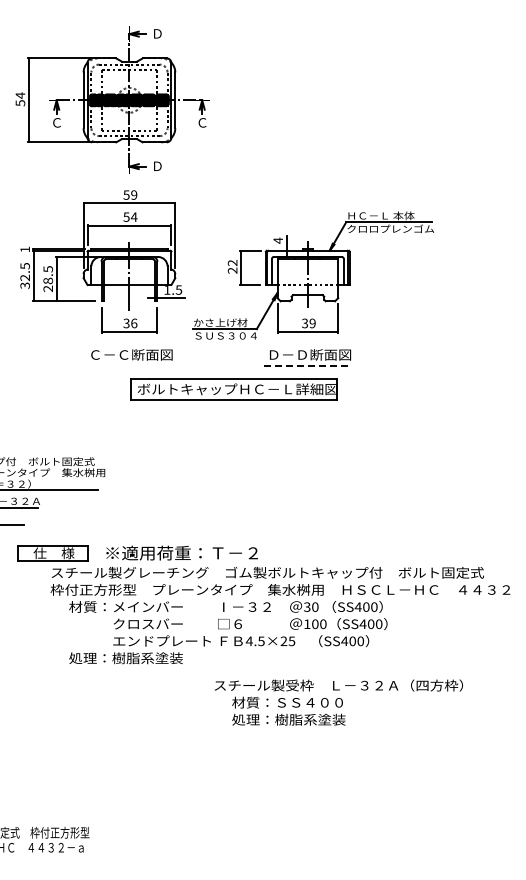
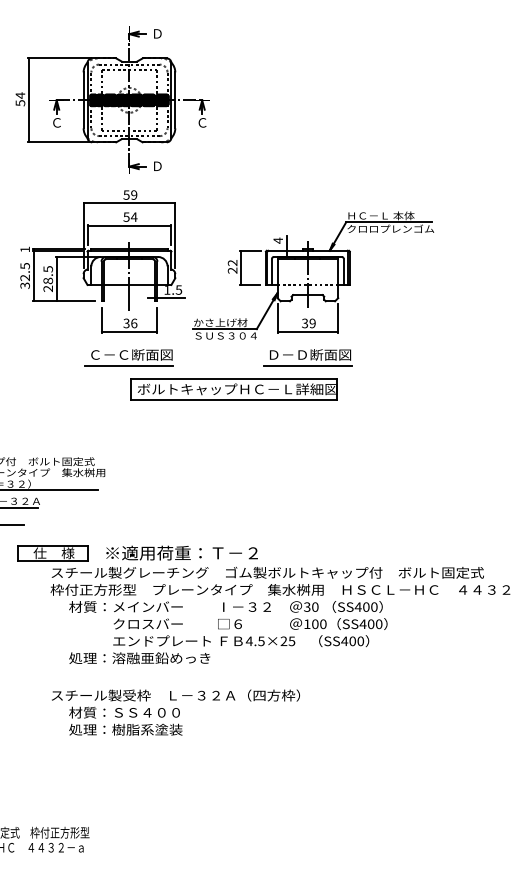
line at (129, 366): none -> present
line at (307, 366): dashed -> solid
text at (161, 658): 処理：樹脂系塗装 -> 処理：溶融亜鉛めっき
text at (338, 702) position: (338, 702) -> (175, 712)
